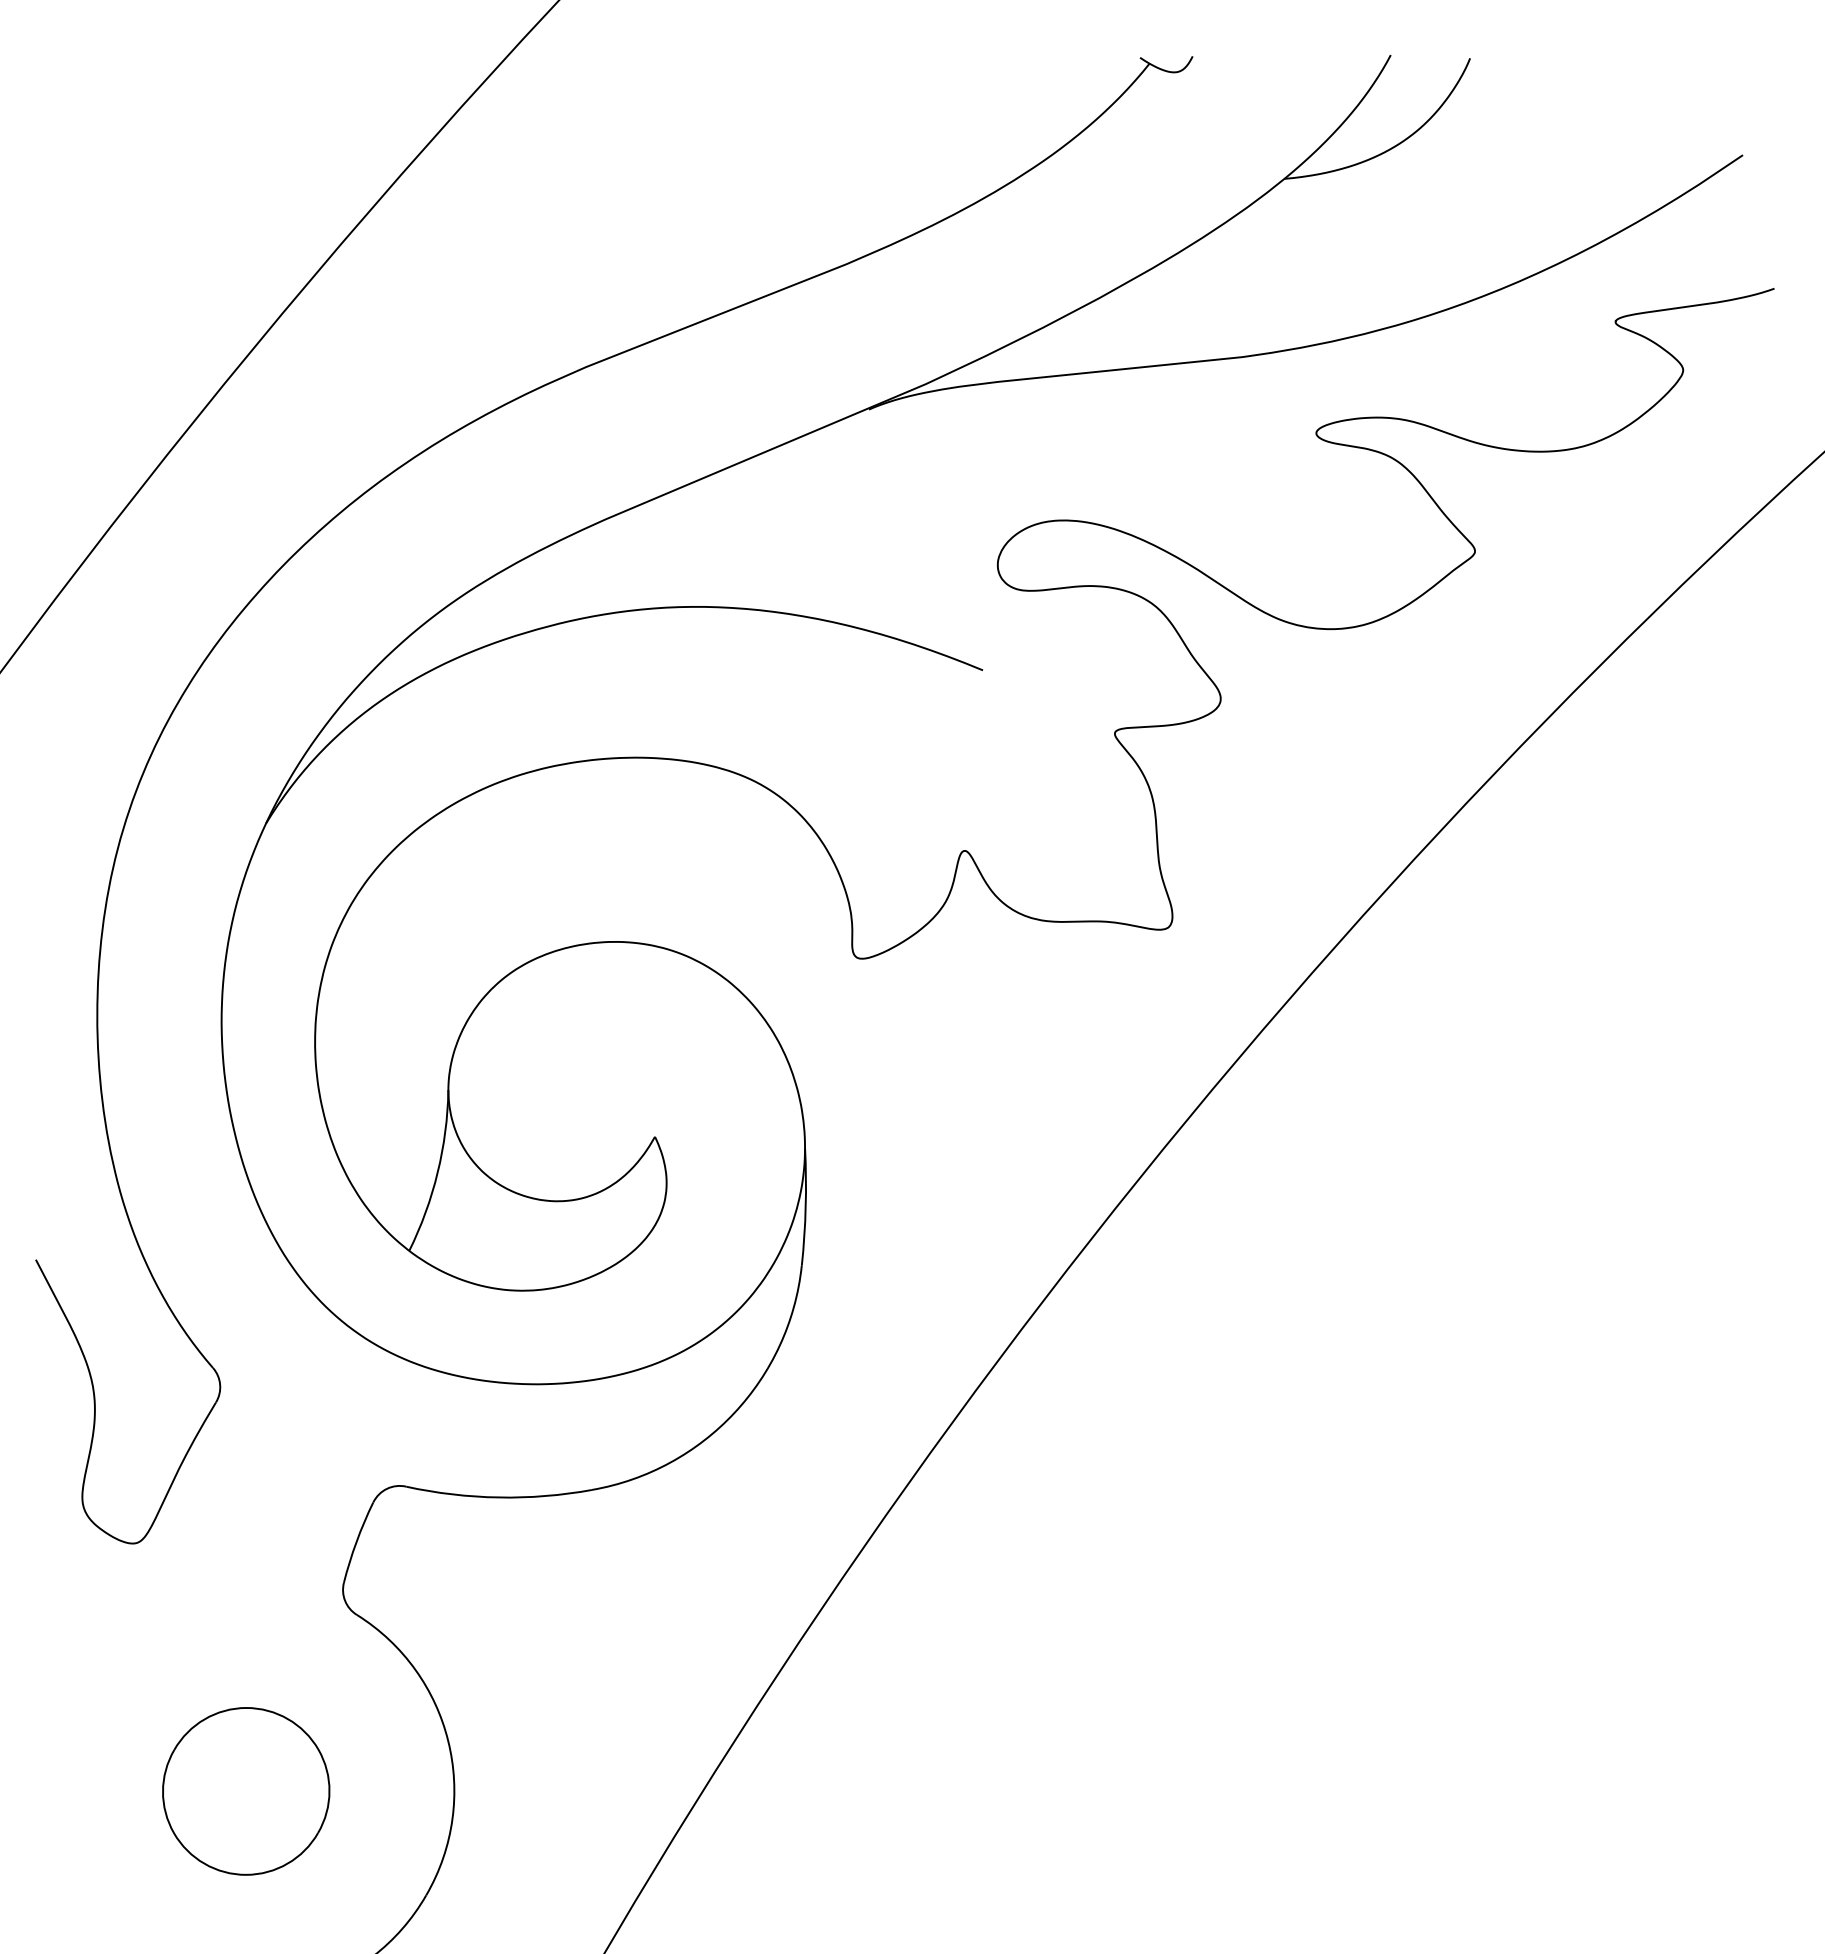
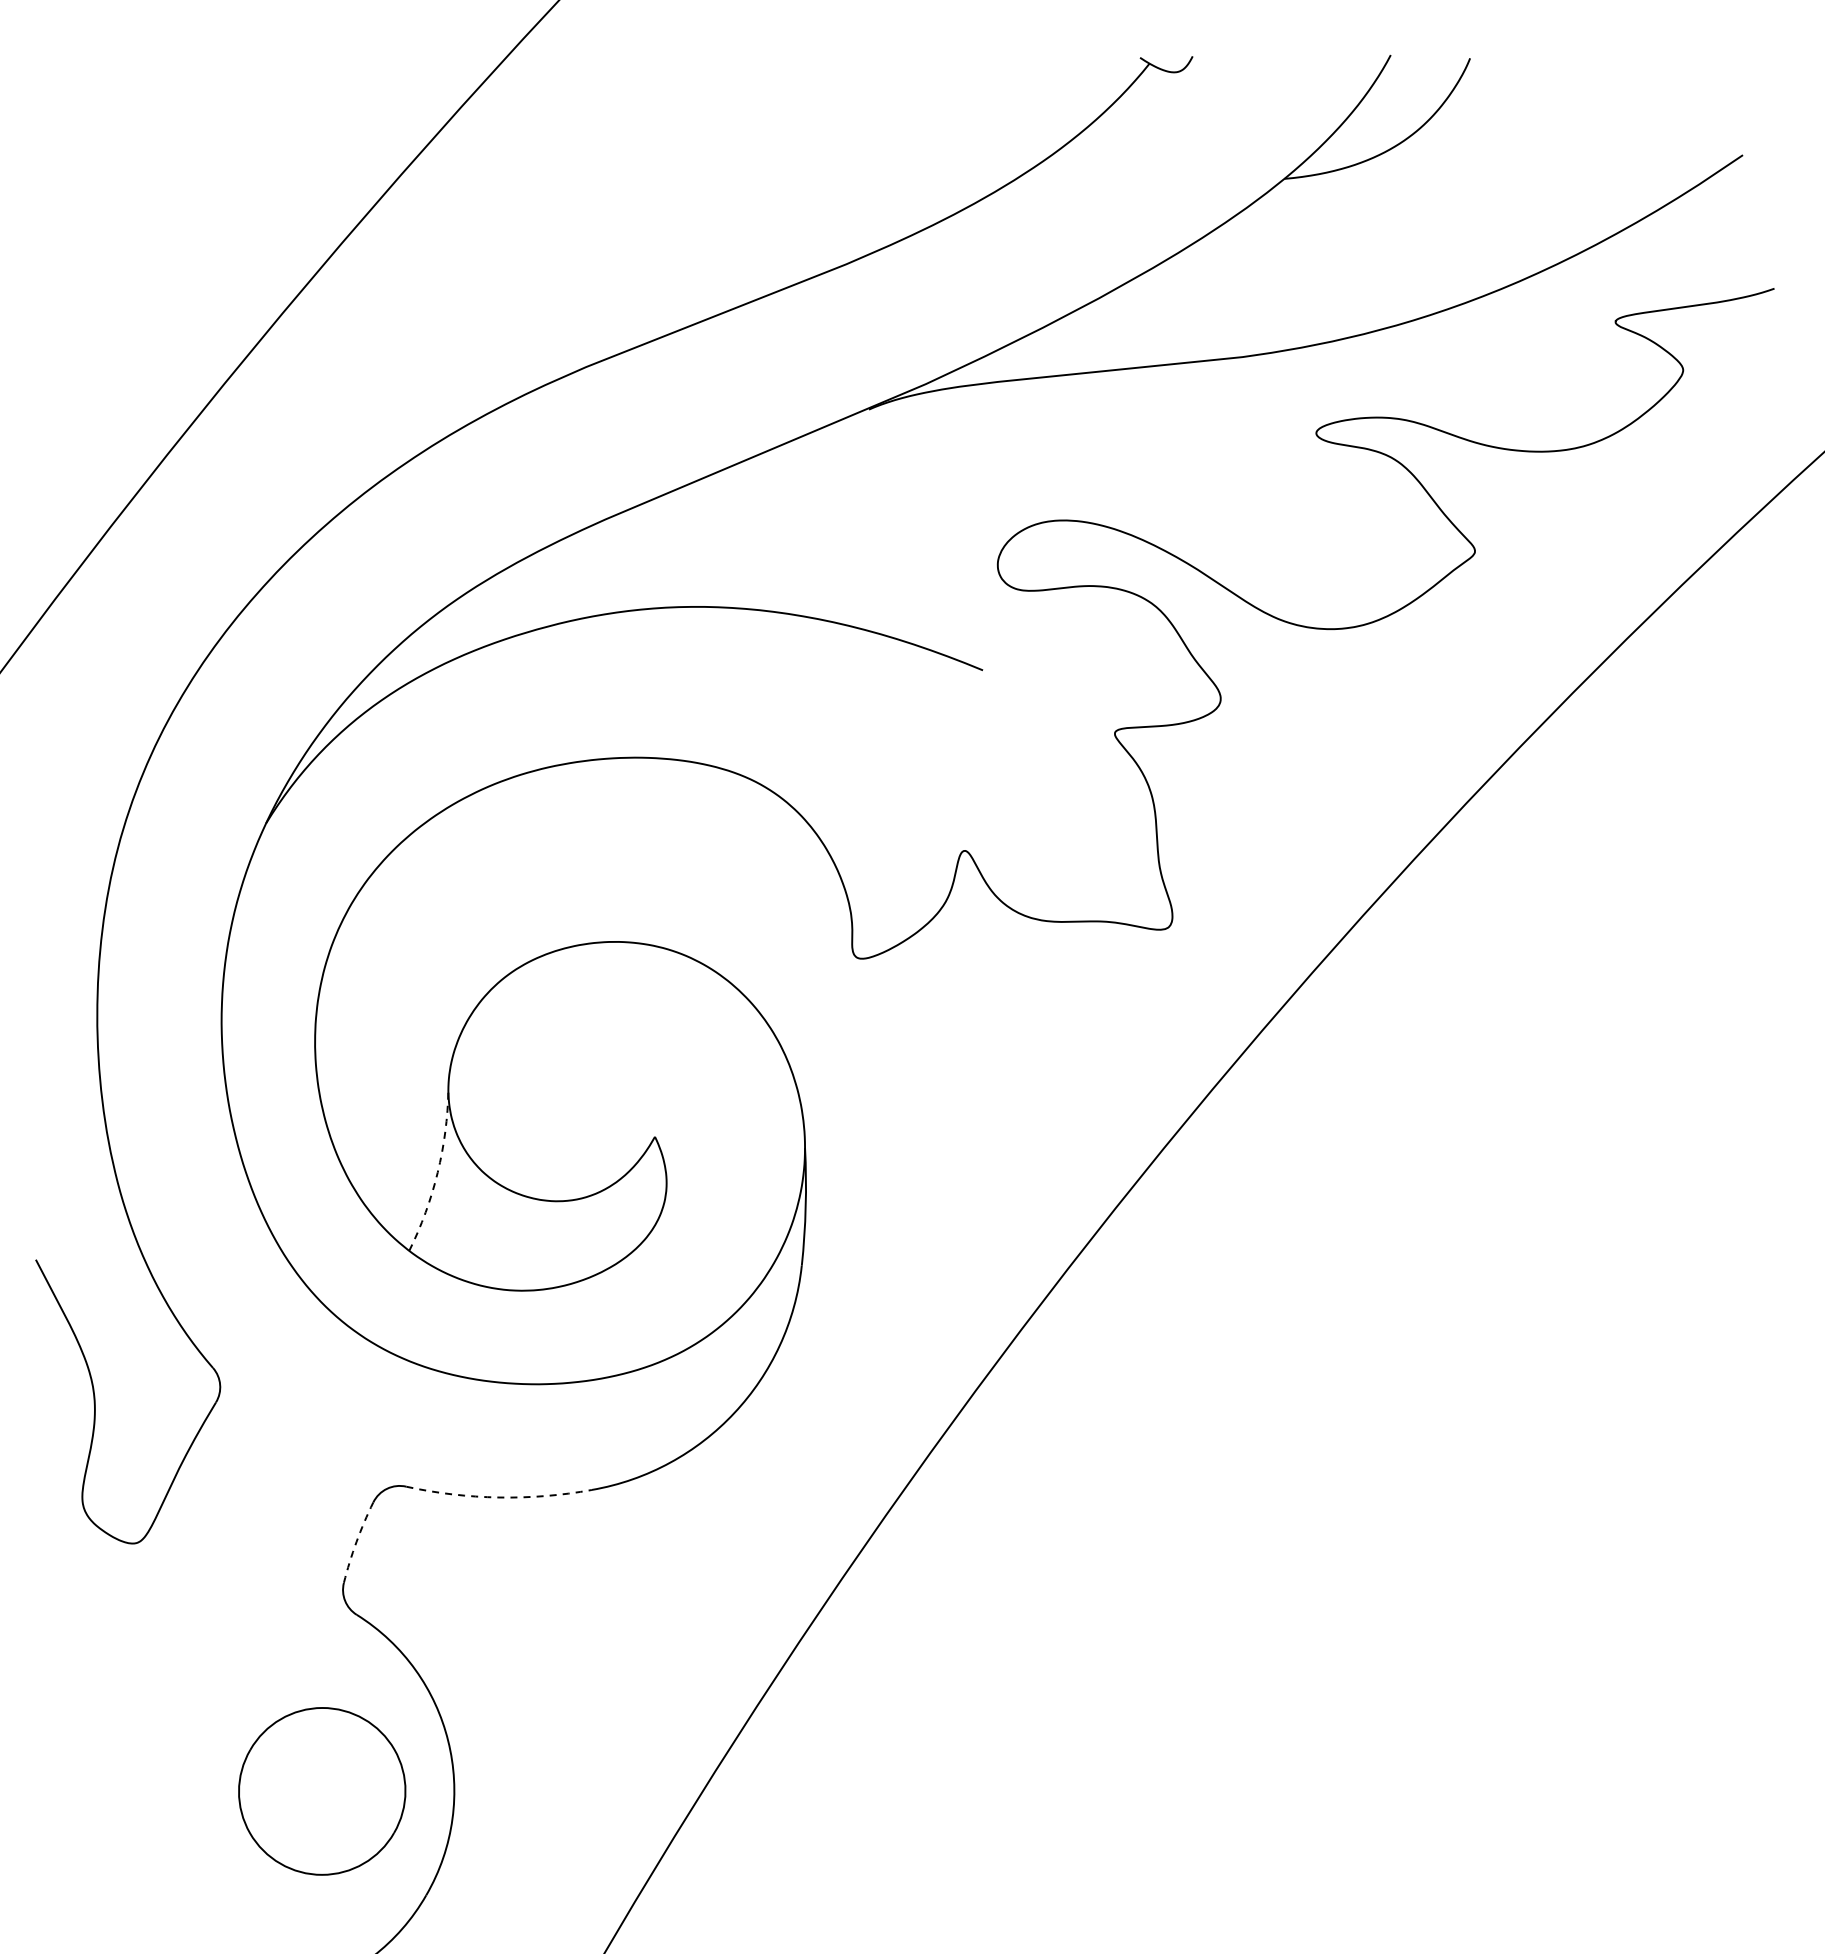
arc at (437, 1172): solid -> dashed
arc at (498, 1497): solid -> dashed
arc at (356, 1541): solid -> dashed
part at (246, 1791) position: (246, 1791) -> (322, 1791)
